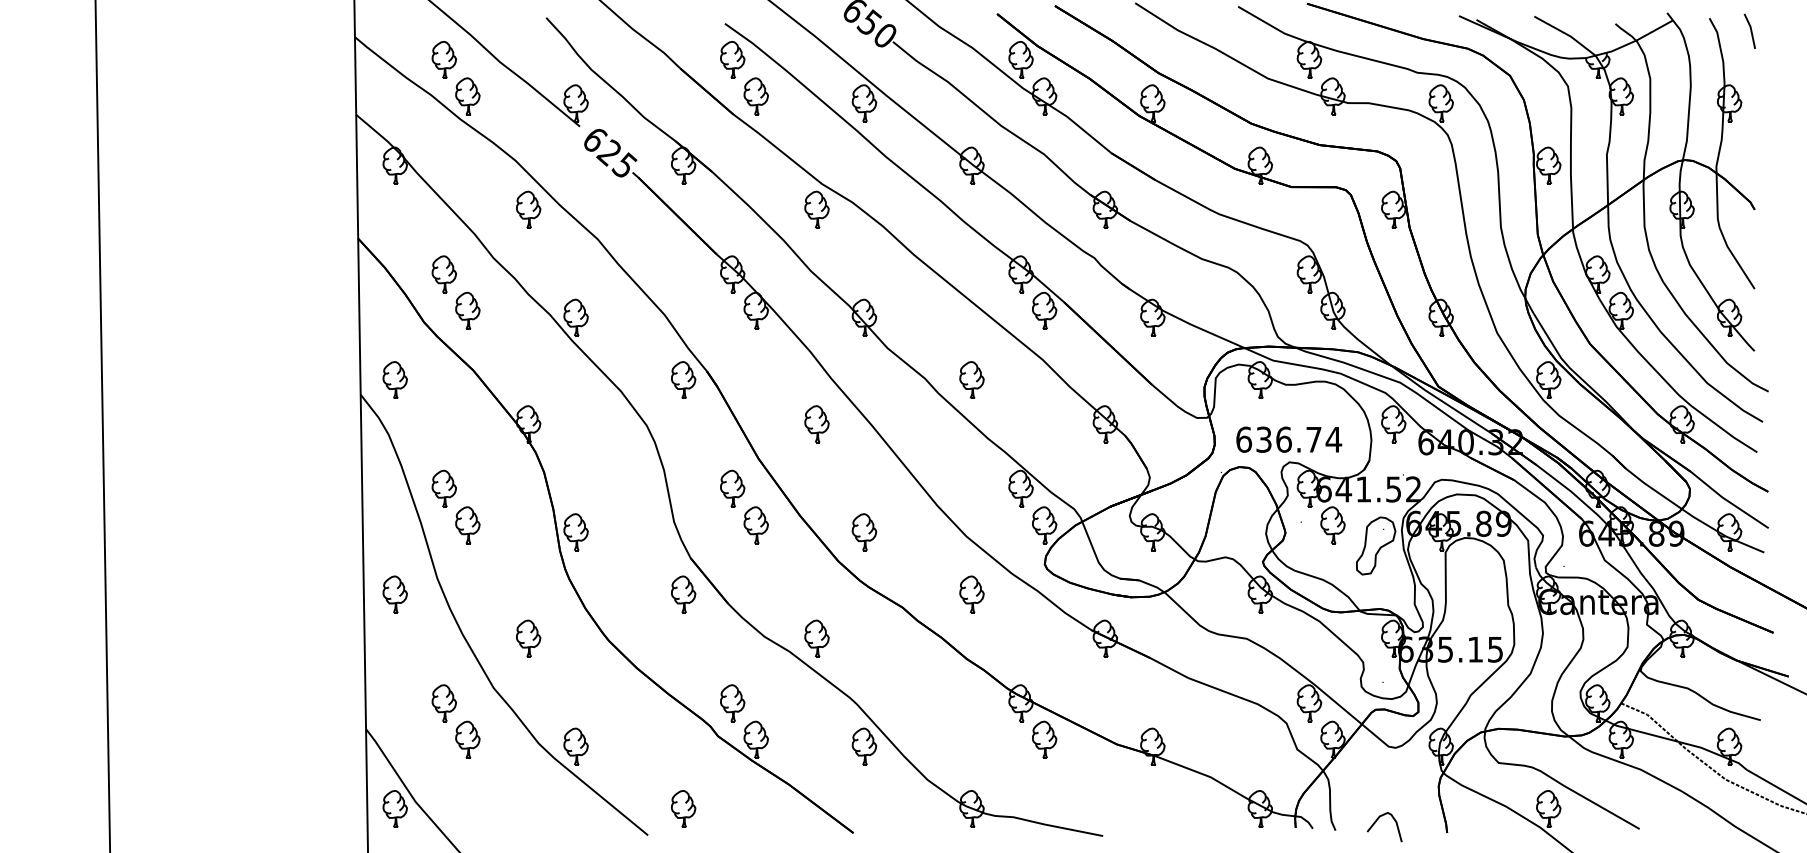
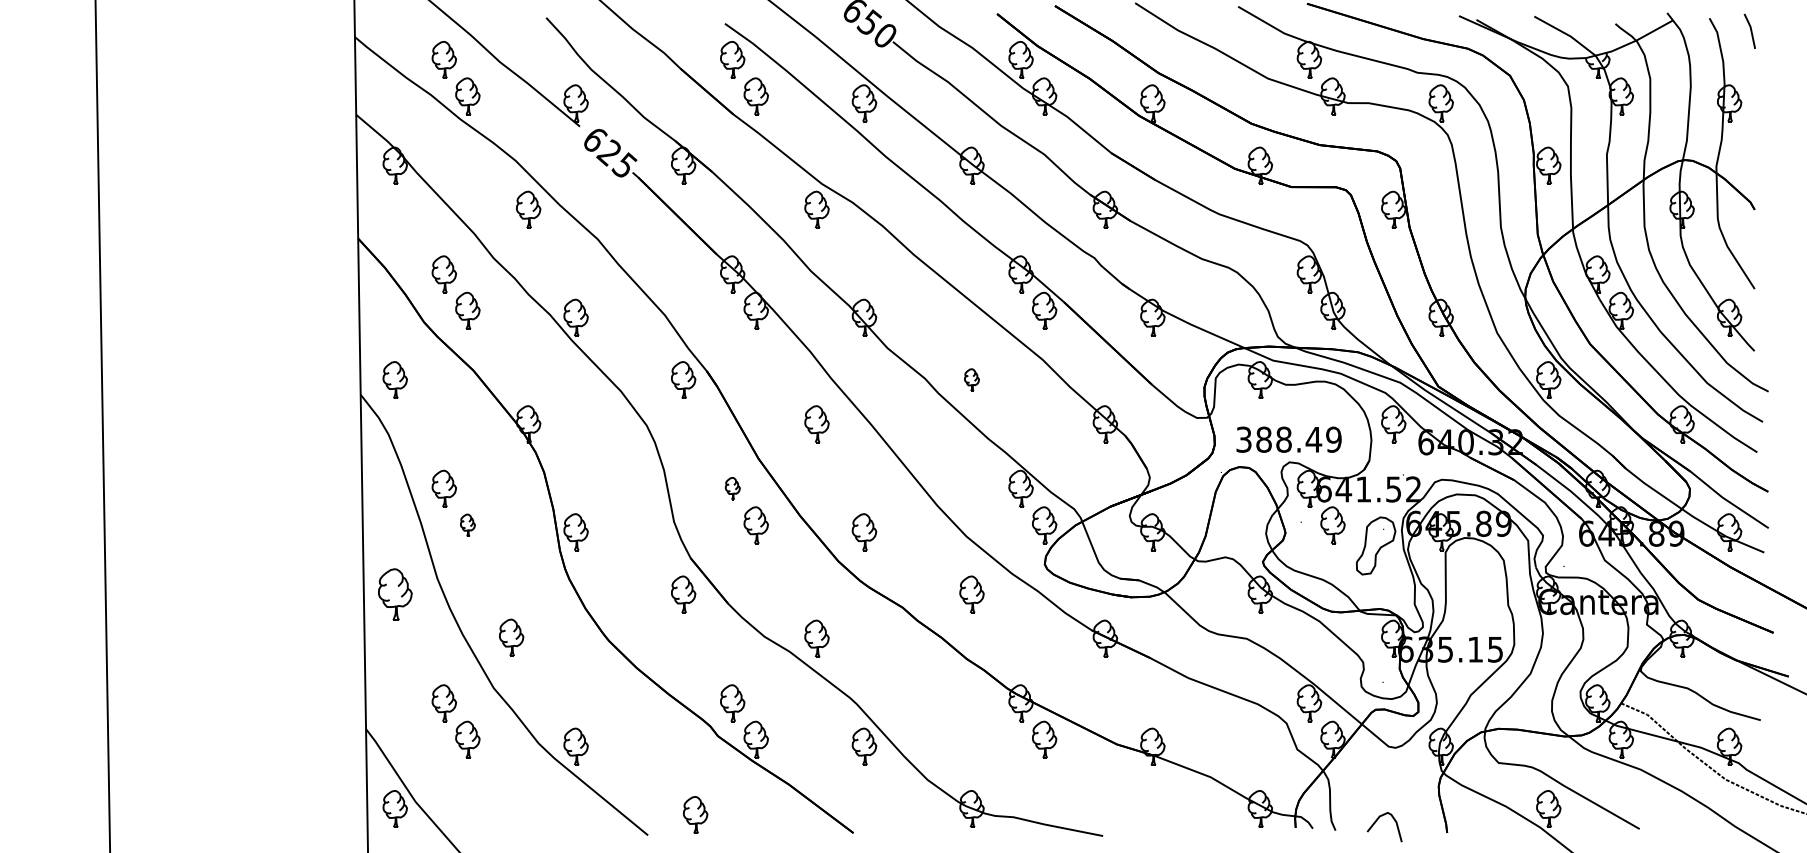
part at (971, 379) size: 26x38 px -> 16x24 px
text at (1289, 439): 636.74 -> 388.49
part at (732, 488) size: 26x39 px -> 17x24 px
part at (467, 525) size: 26x39 px -> 16x24 px
part at (394, 594) size: 26x39 px -> 35x53 px
part at (528, 638) position: (528, 638) -> (511, 637)
part at (683, 808) position: (683, 808) -> (695, 814)
